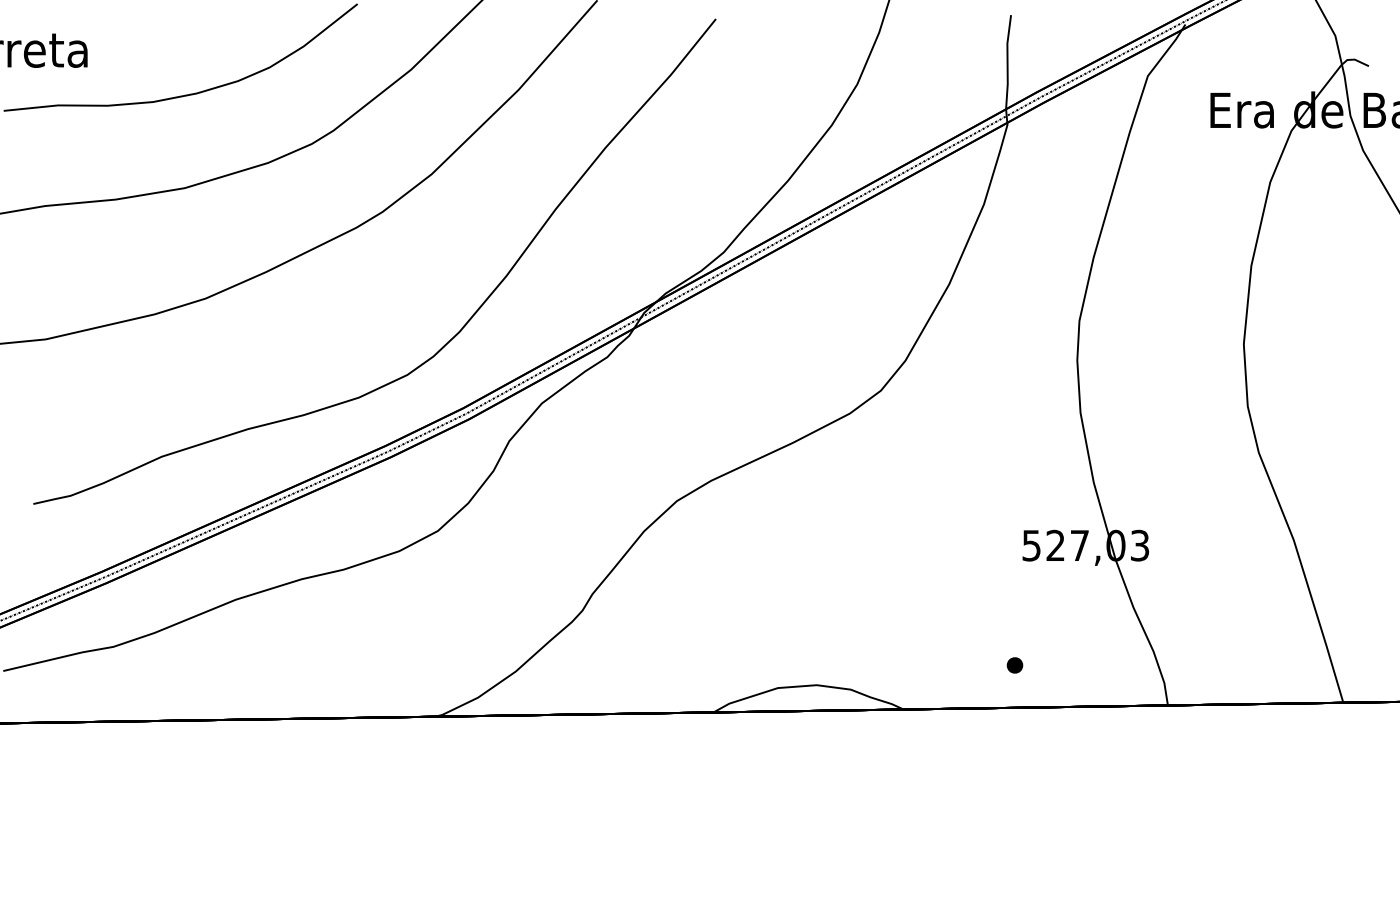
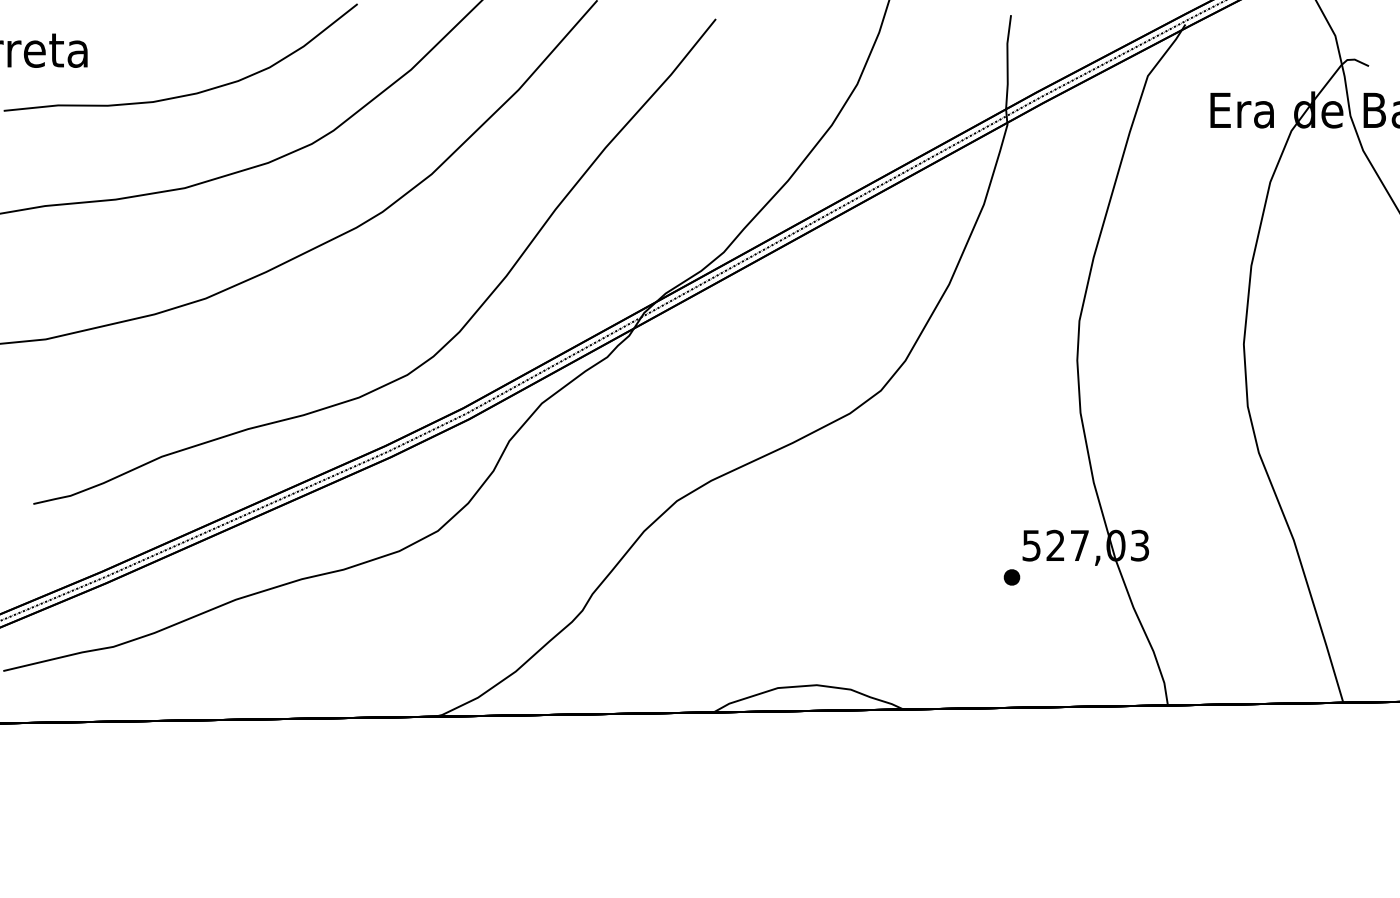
part at (1014, 665) position: (1014, 665) -> (1011, 577)
